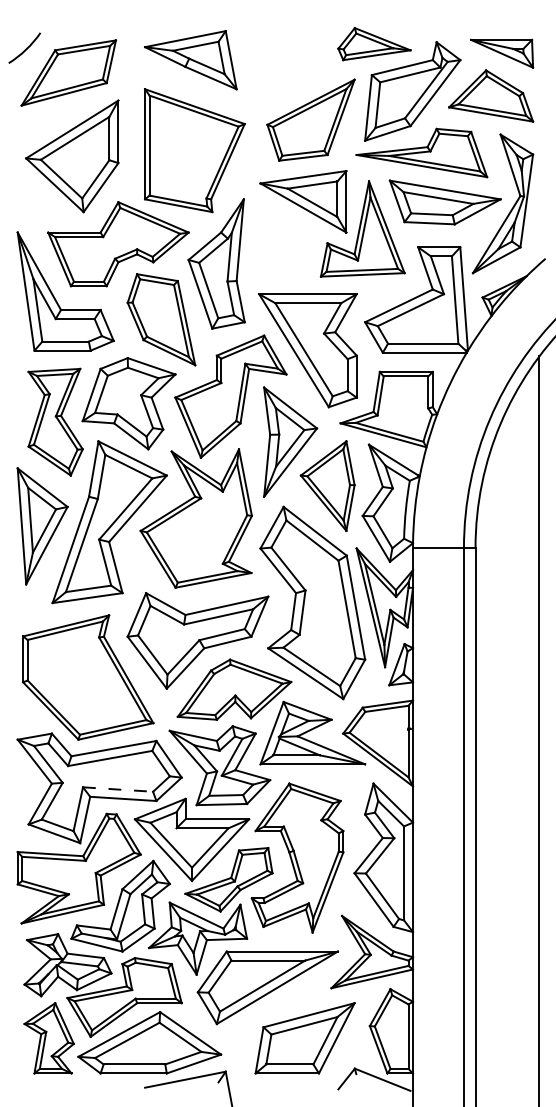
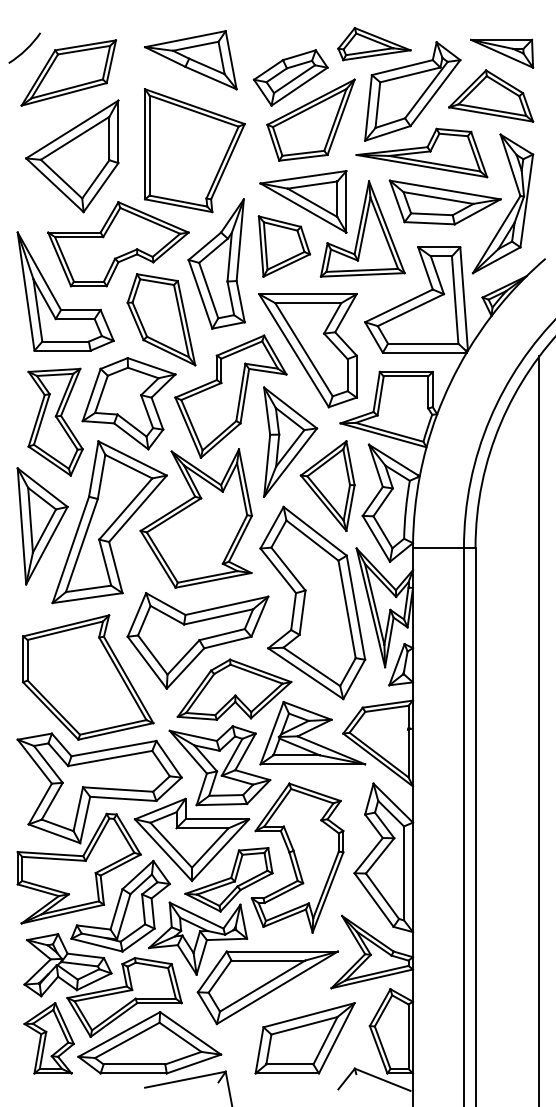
part at (290, 77): none -> present
part at (284, 246): none -> present
line at (118, 789): dashed -> solid
